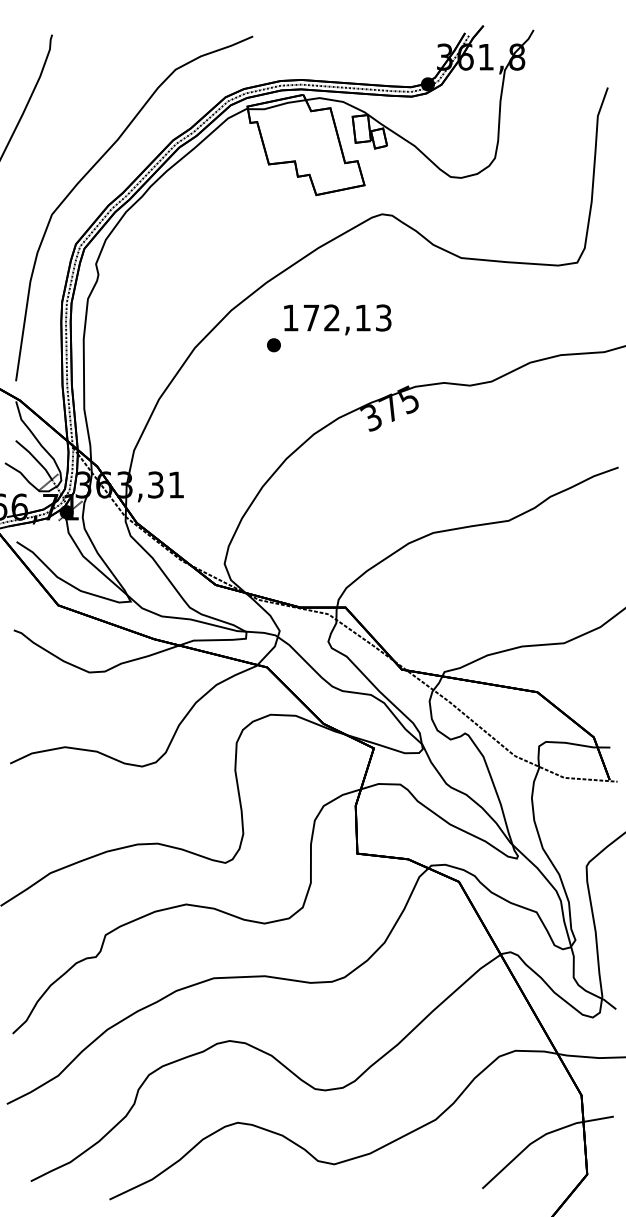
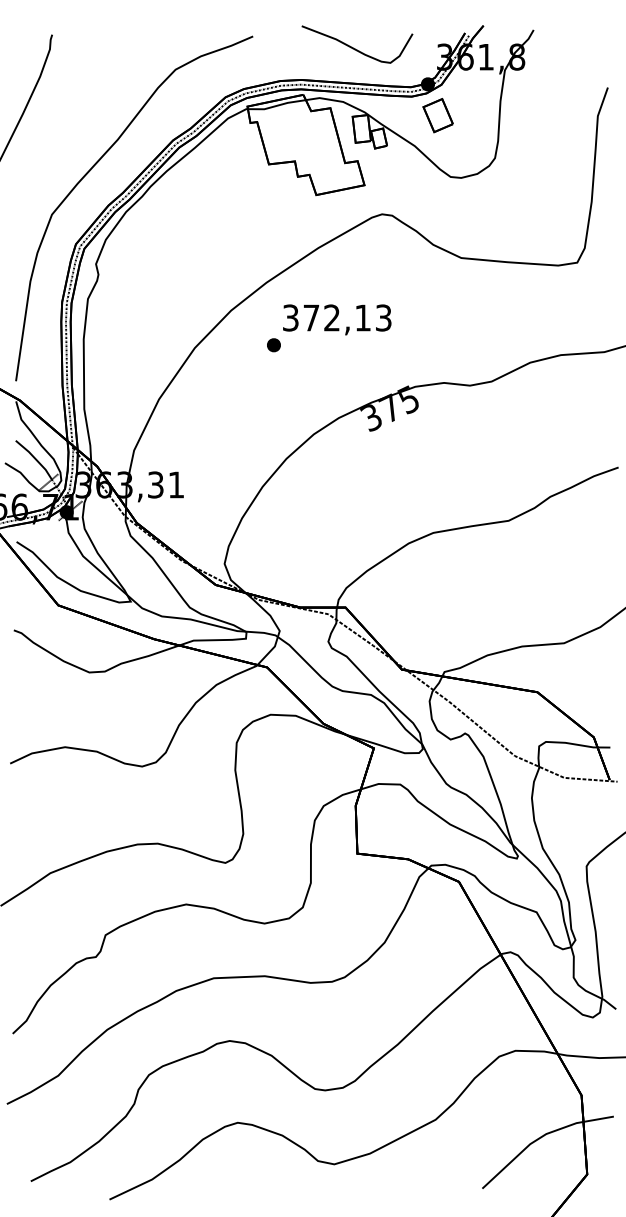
curve at (355, 48): none -> present
part at (437, 115): none -> present
text at (290, 317): 172,13 -> 372,13
